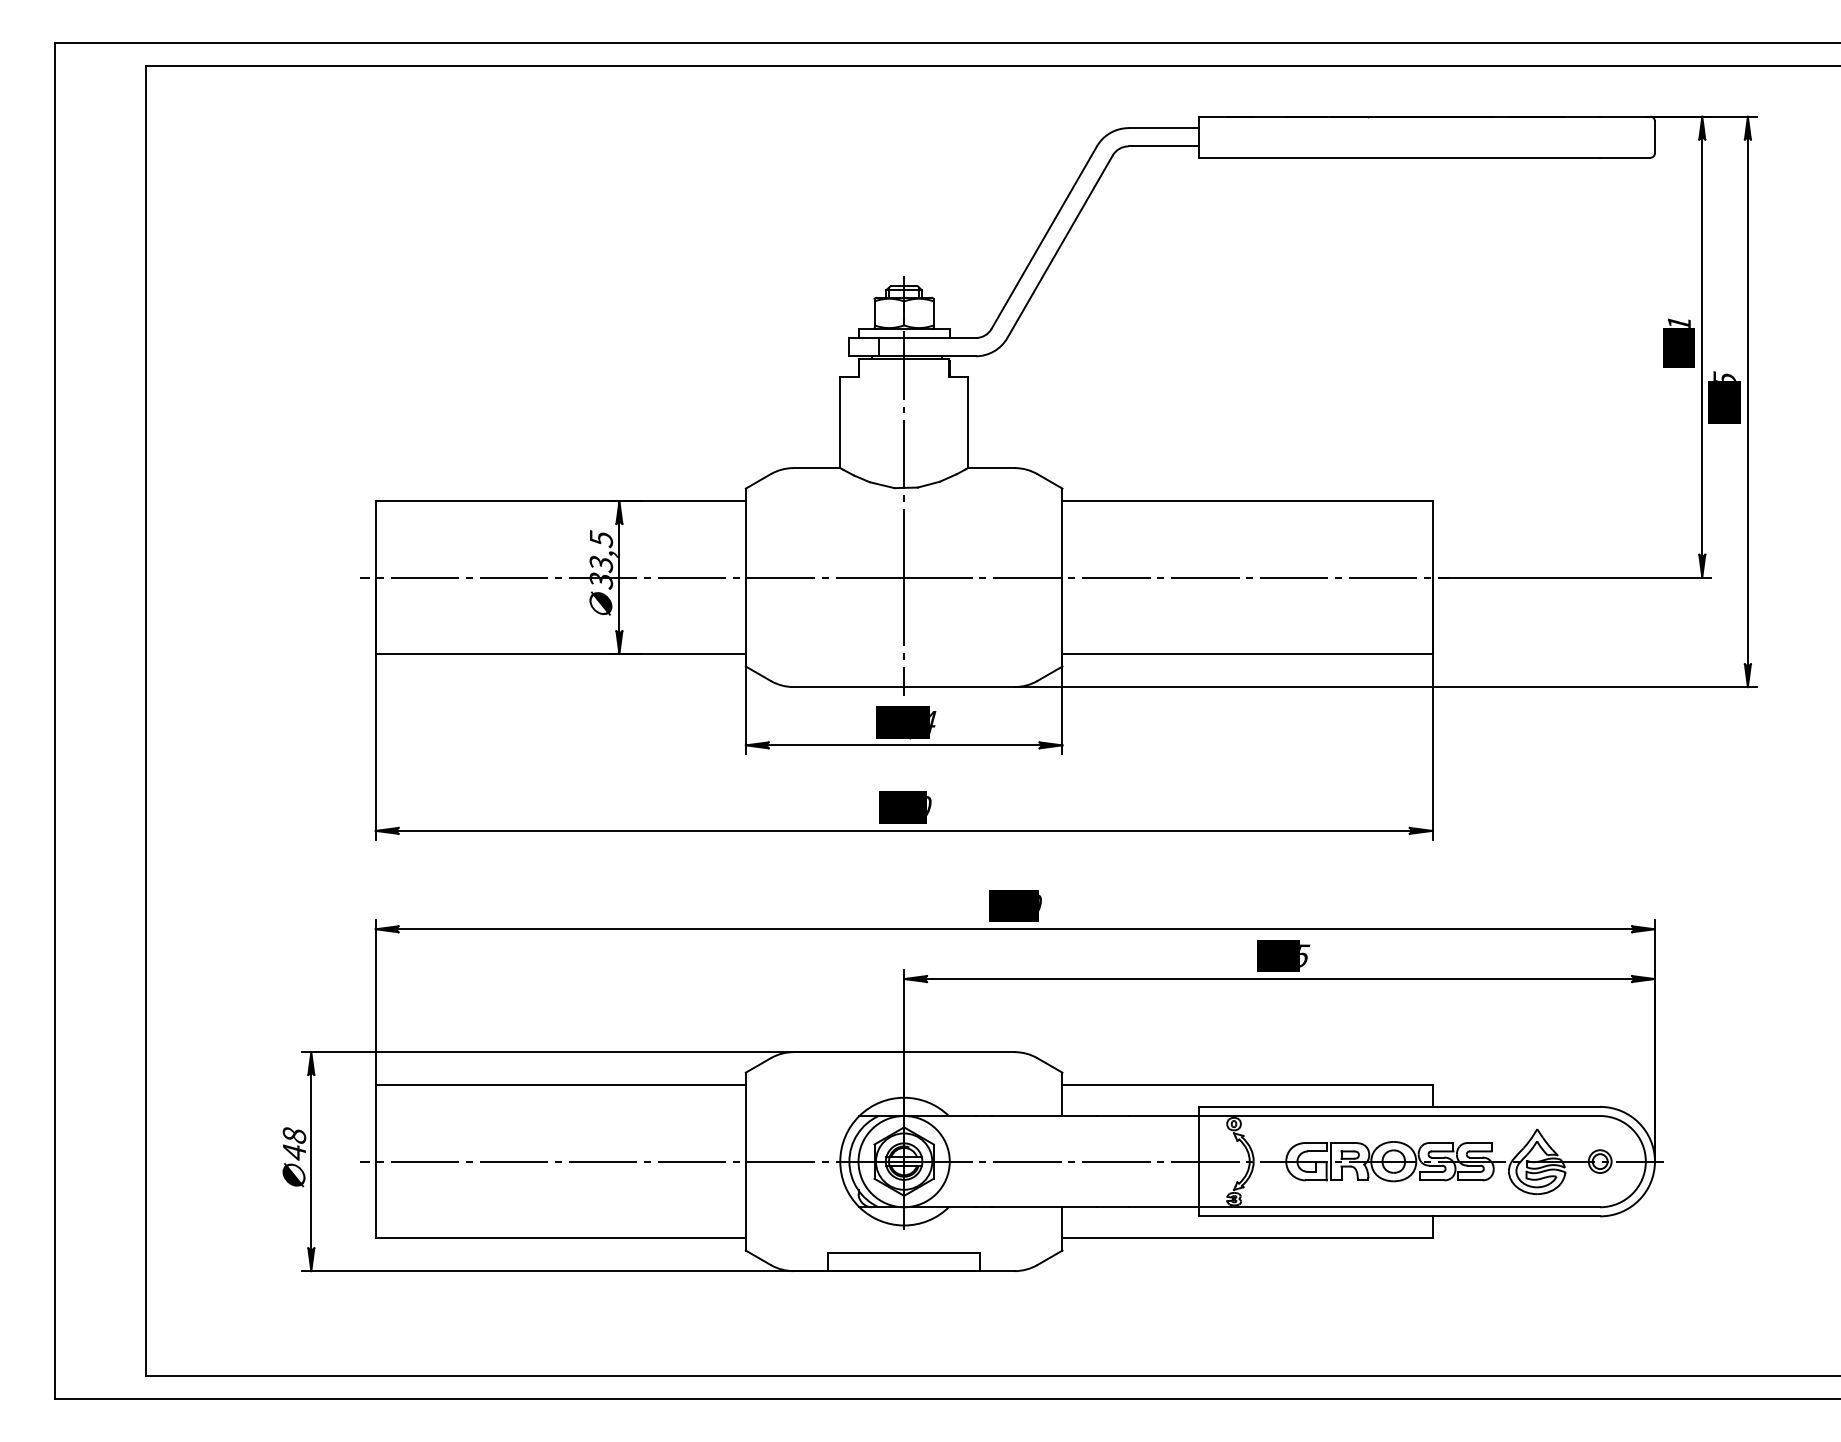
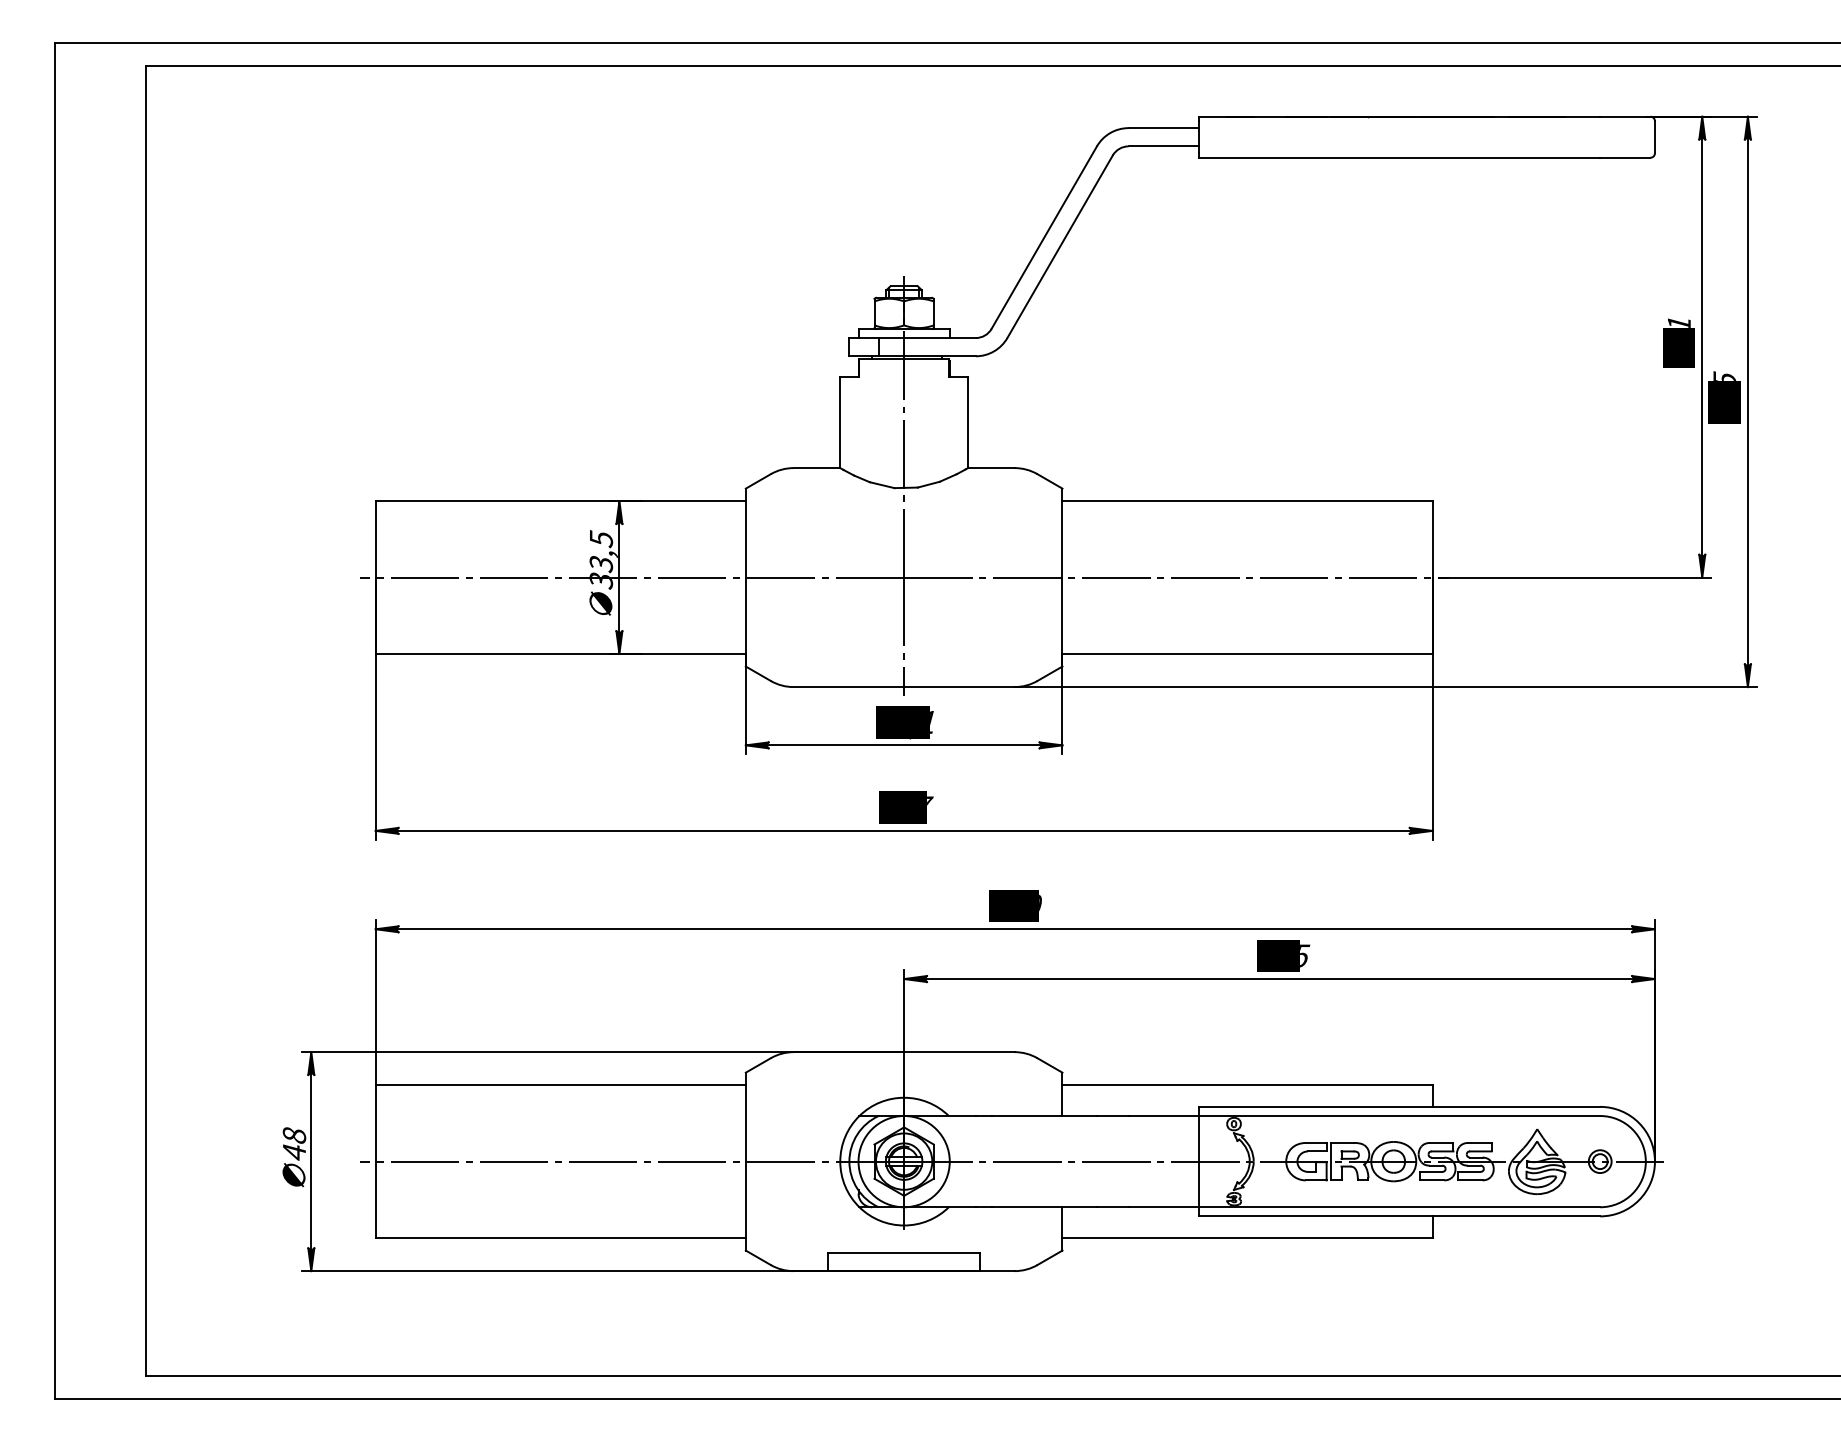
text at (933, 722): 69,4 -> 83,1
text at (930, 805): 230 -> 277
